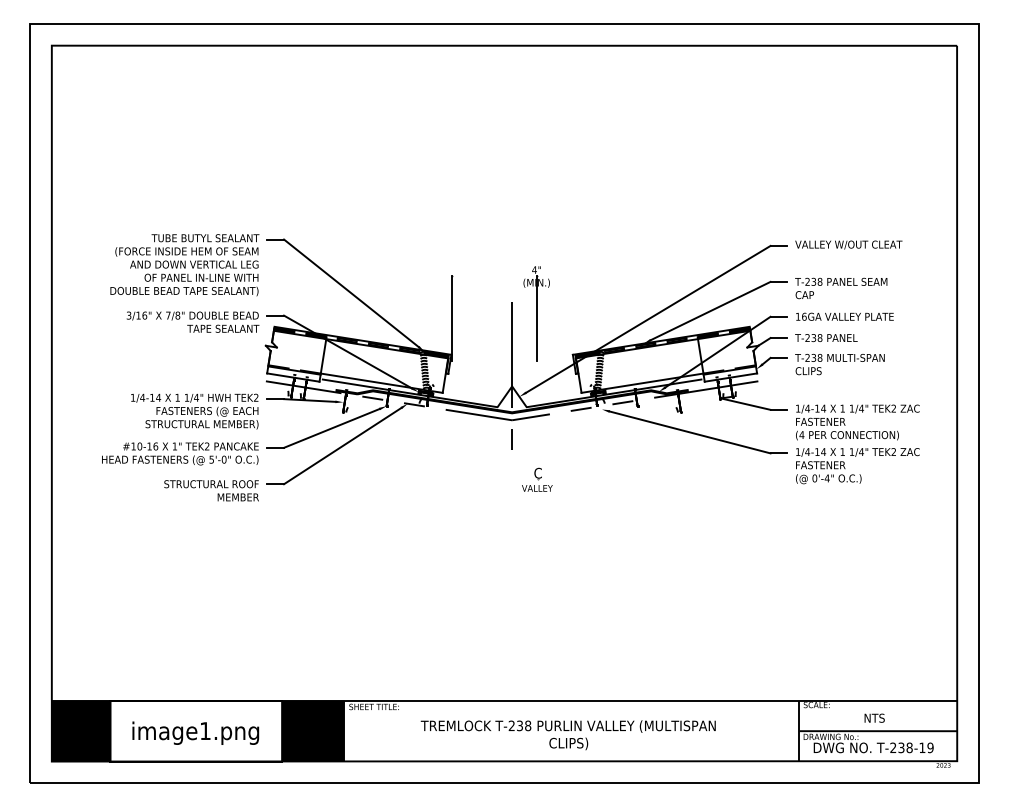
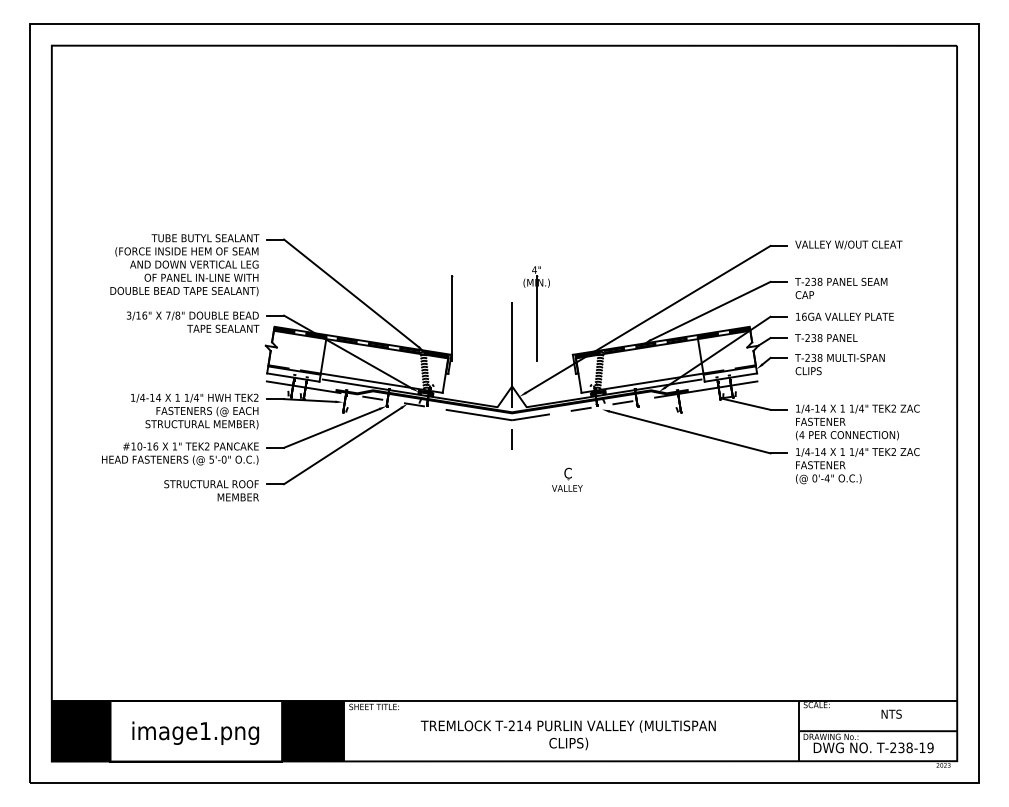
part at (537, 479) position: (537, 479) -> (567, 479)
text at (874, 717) position: (874, 717) -> (891, 713)
text at (524, 725): T-238 -> T-214
